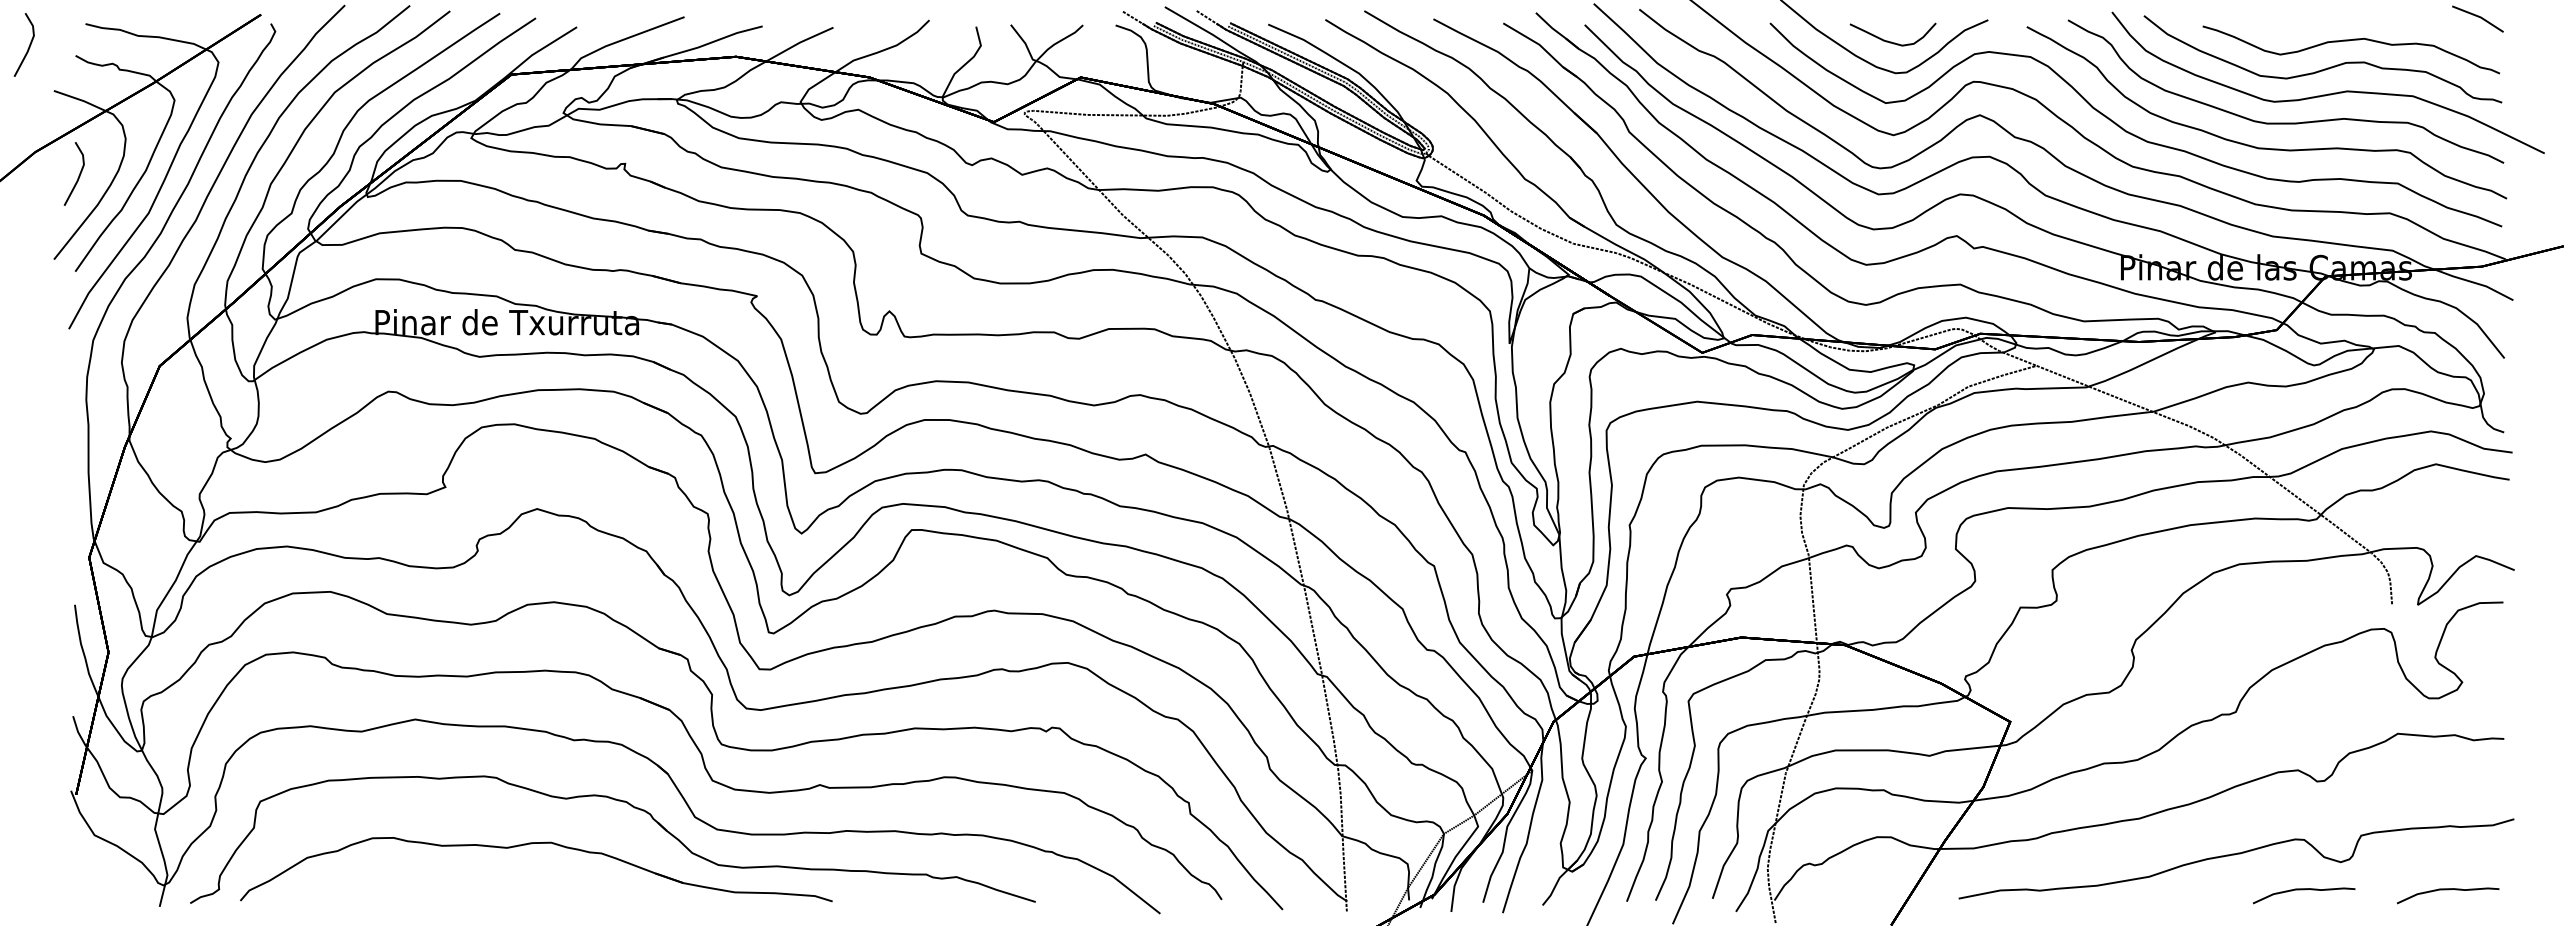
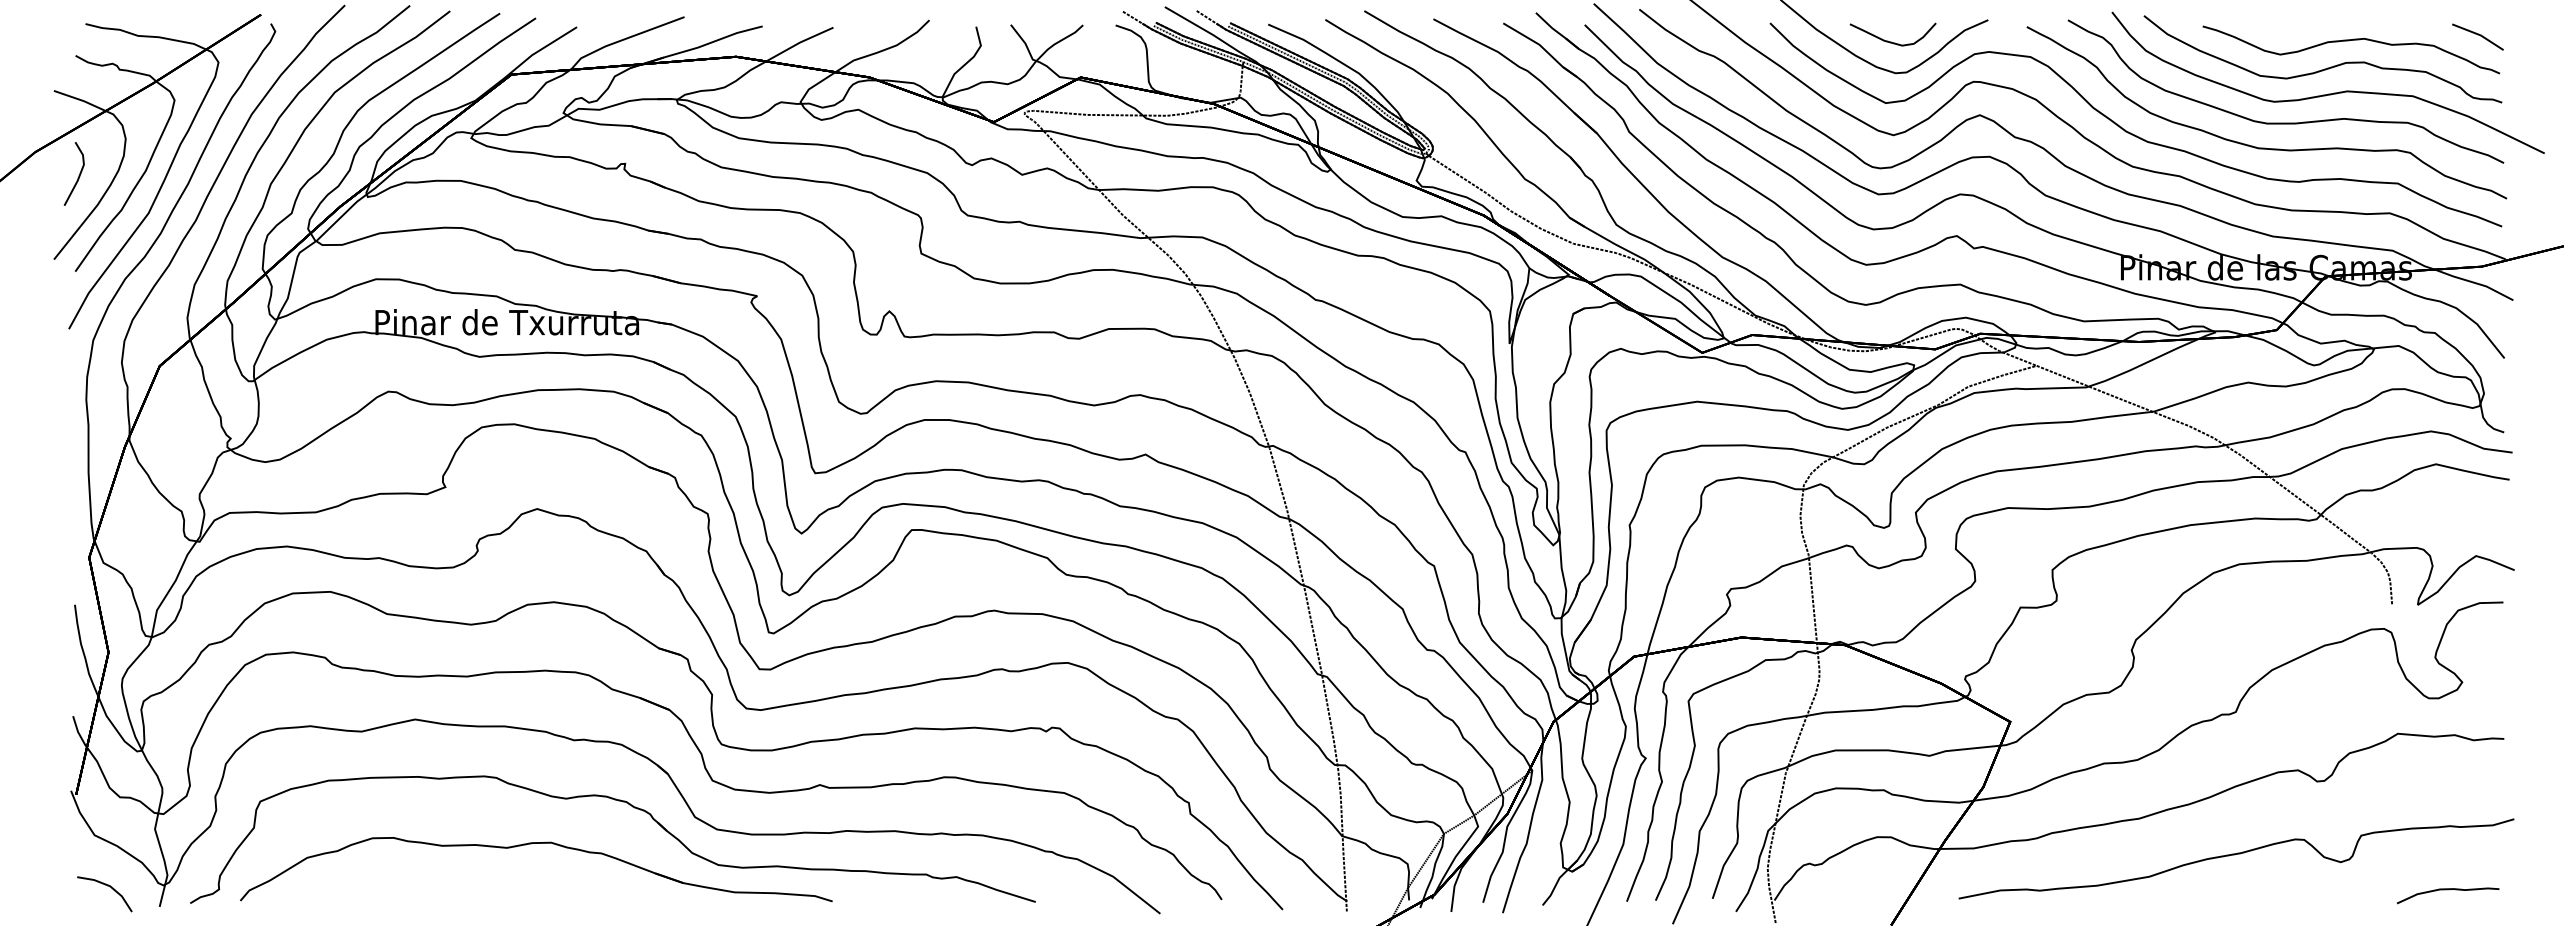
line at (2477, 17) position: (2477, 17) -> (2477, 35)
line at (28, 46): present -> none
line at (107, 886): none -> present
curve at (2303, 890): present -> none
